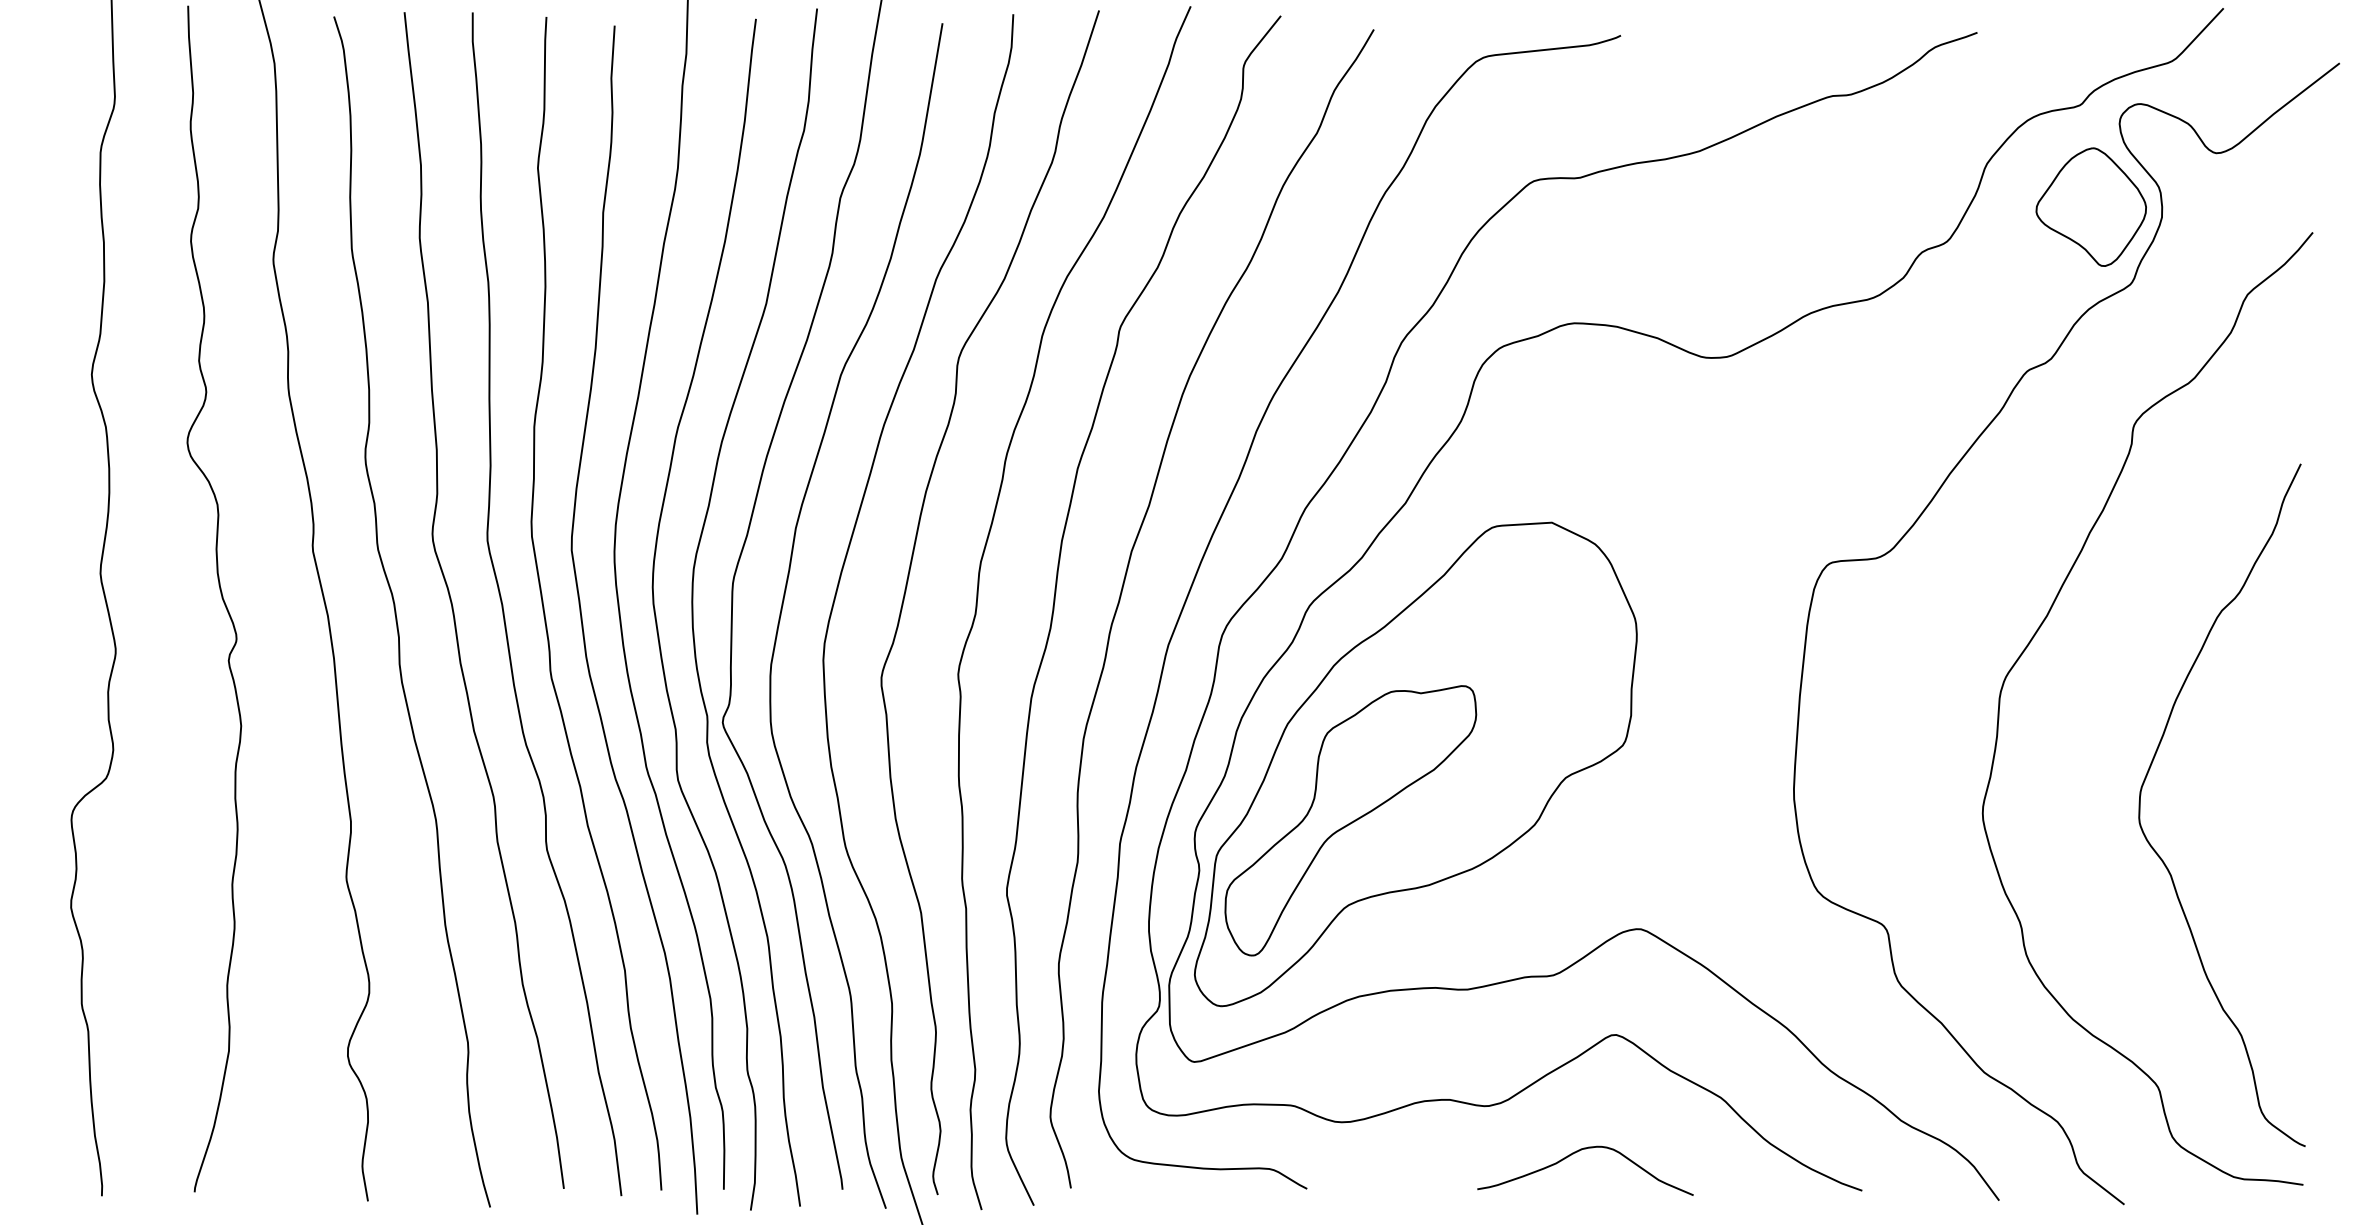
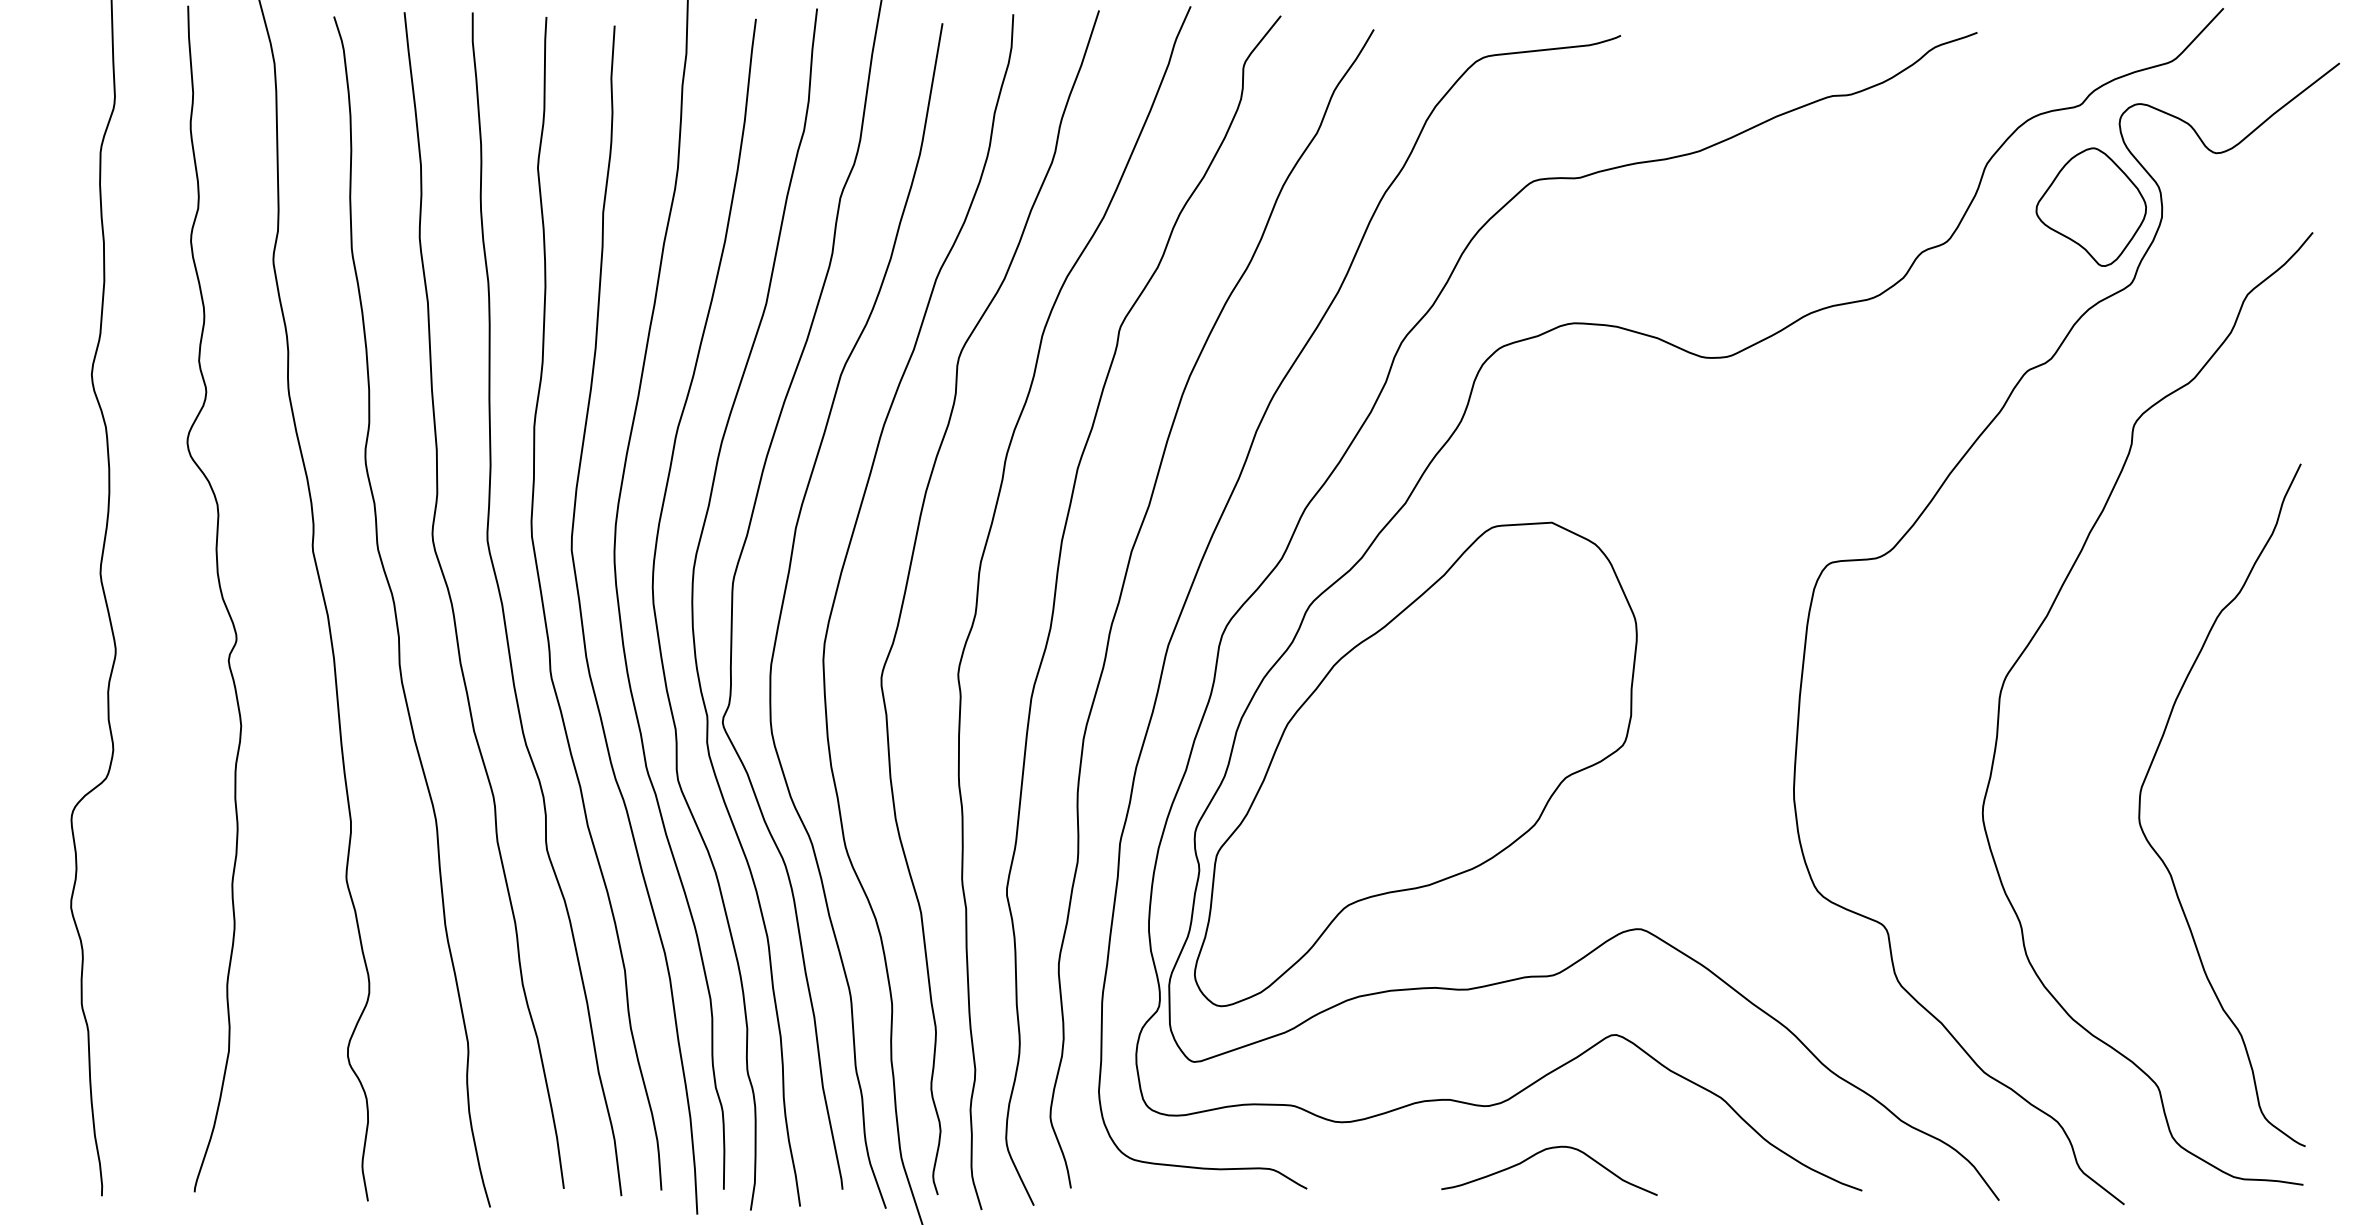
part at (1350, 820): present -> none
curve at (1577, 1152) position: (1577, 1152) -> (1541, 1152)
